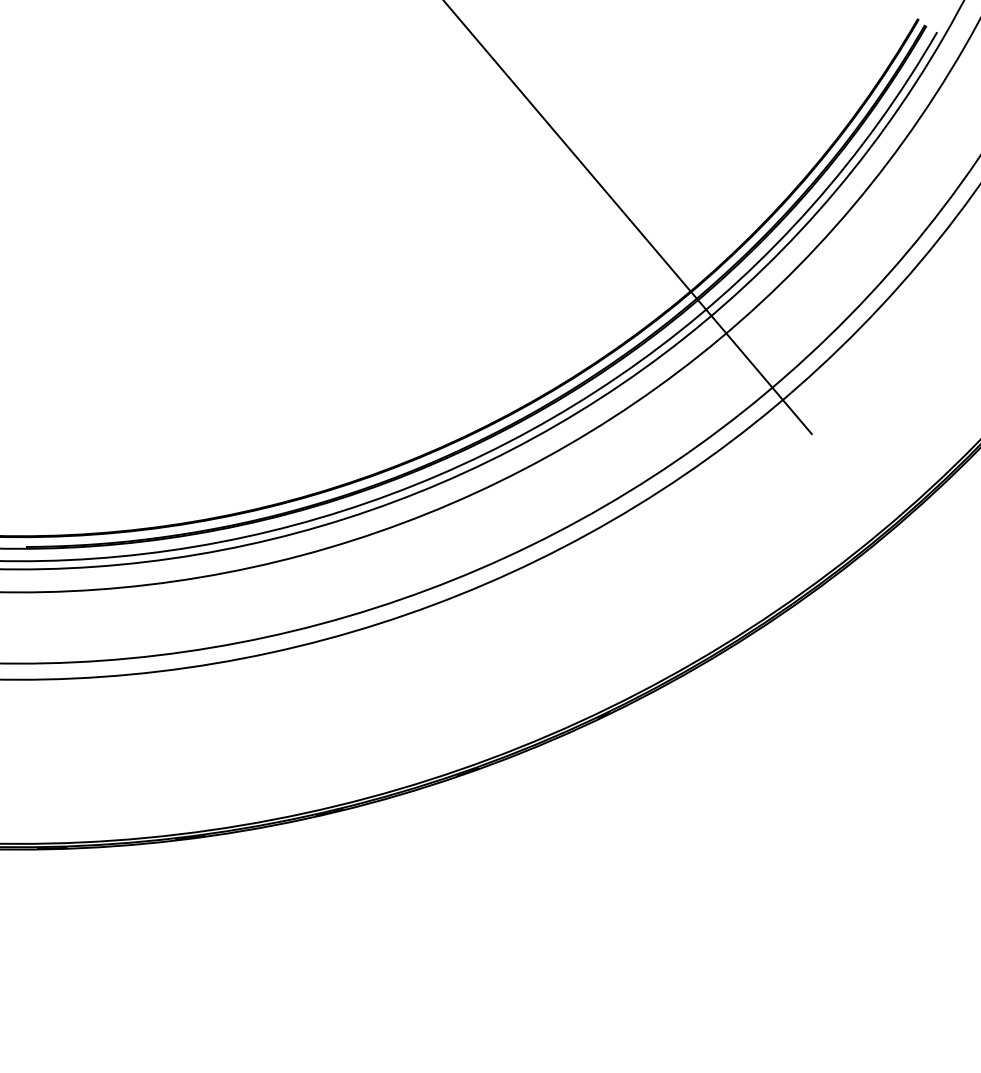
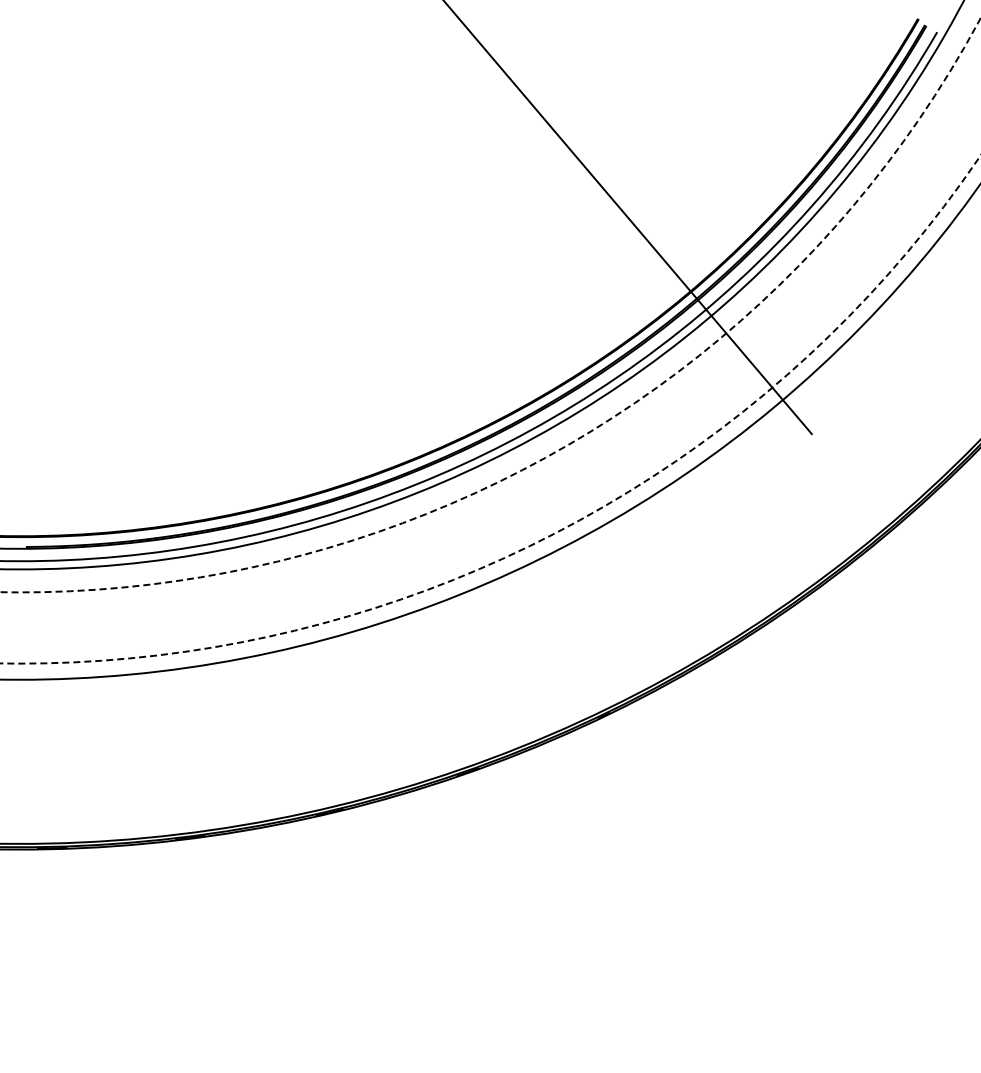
arc at (568, 445): solid -> dashed
arc at (558, 531): solid -> dashed
